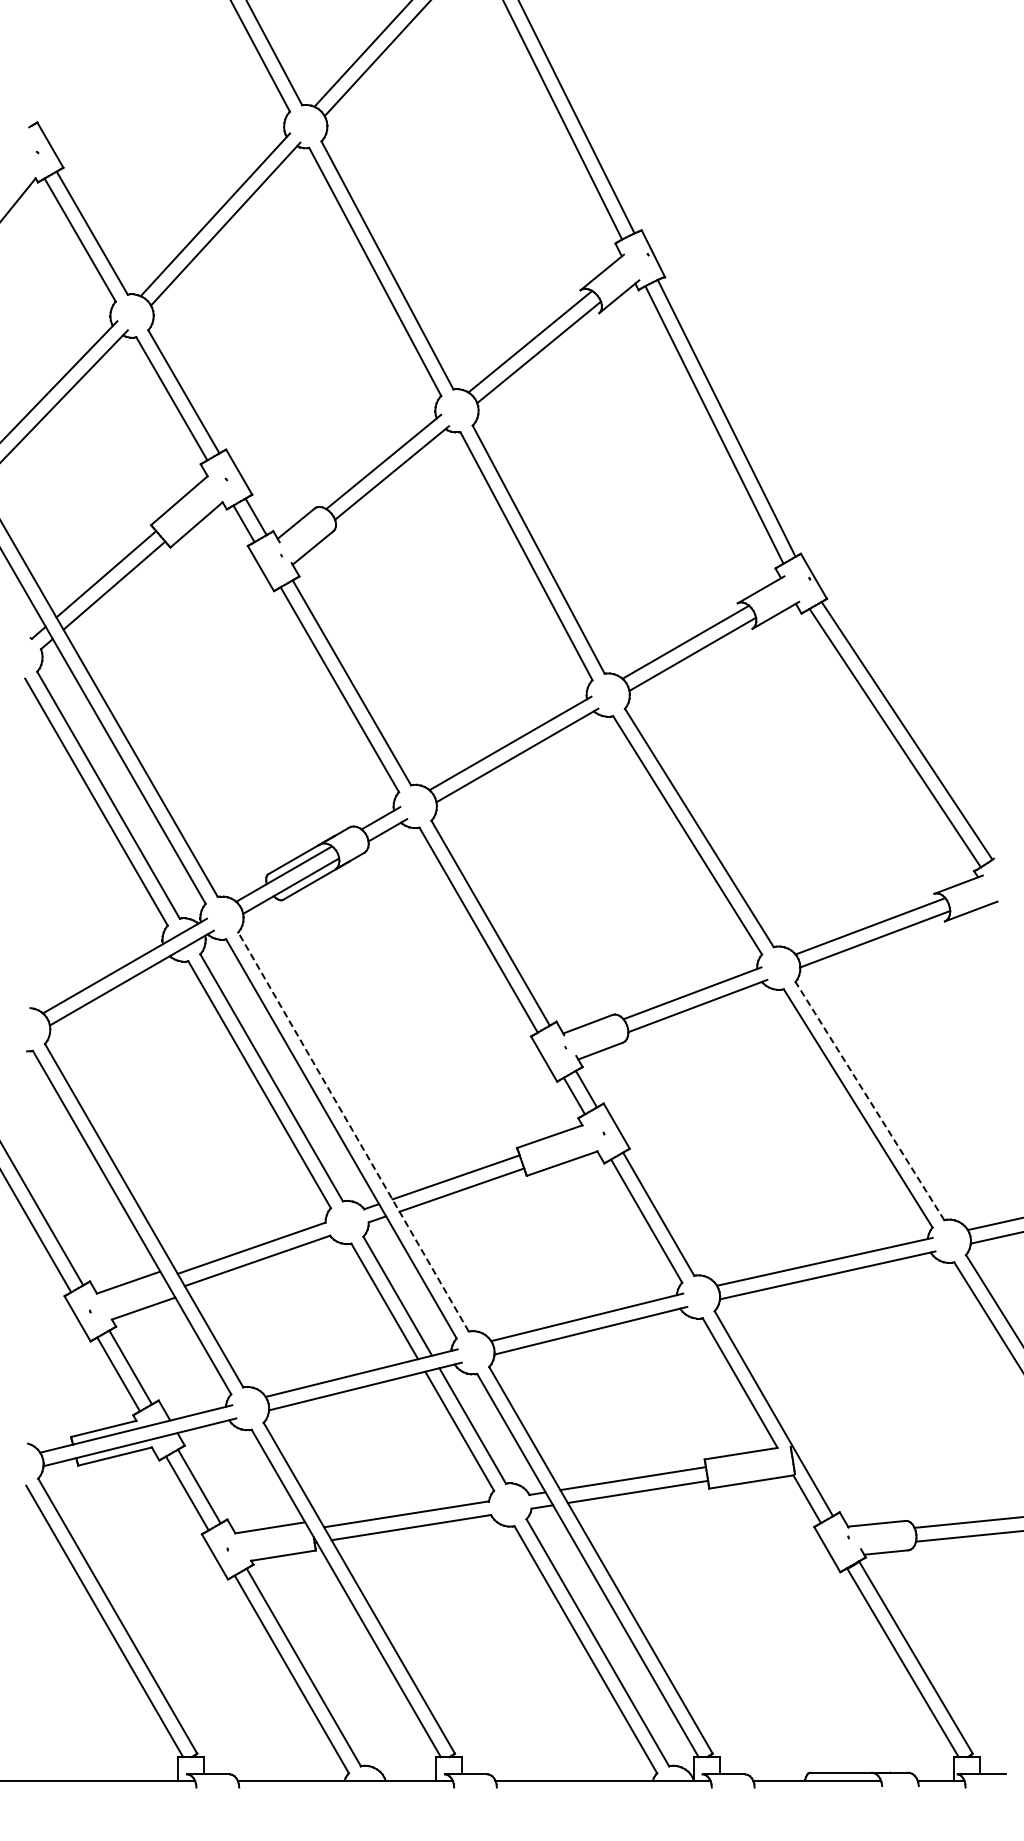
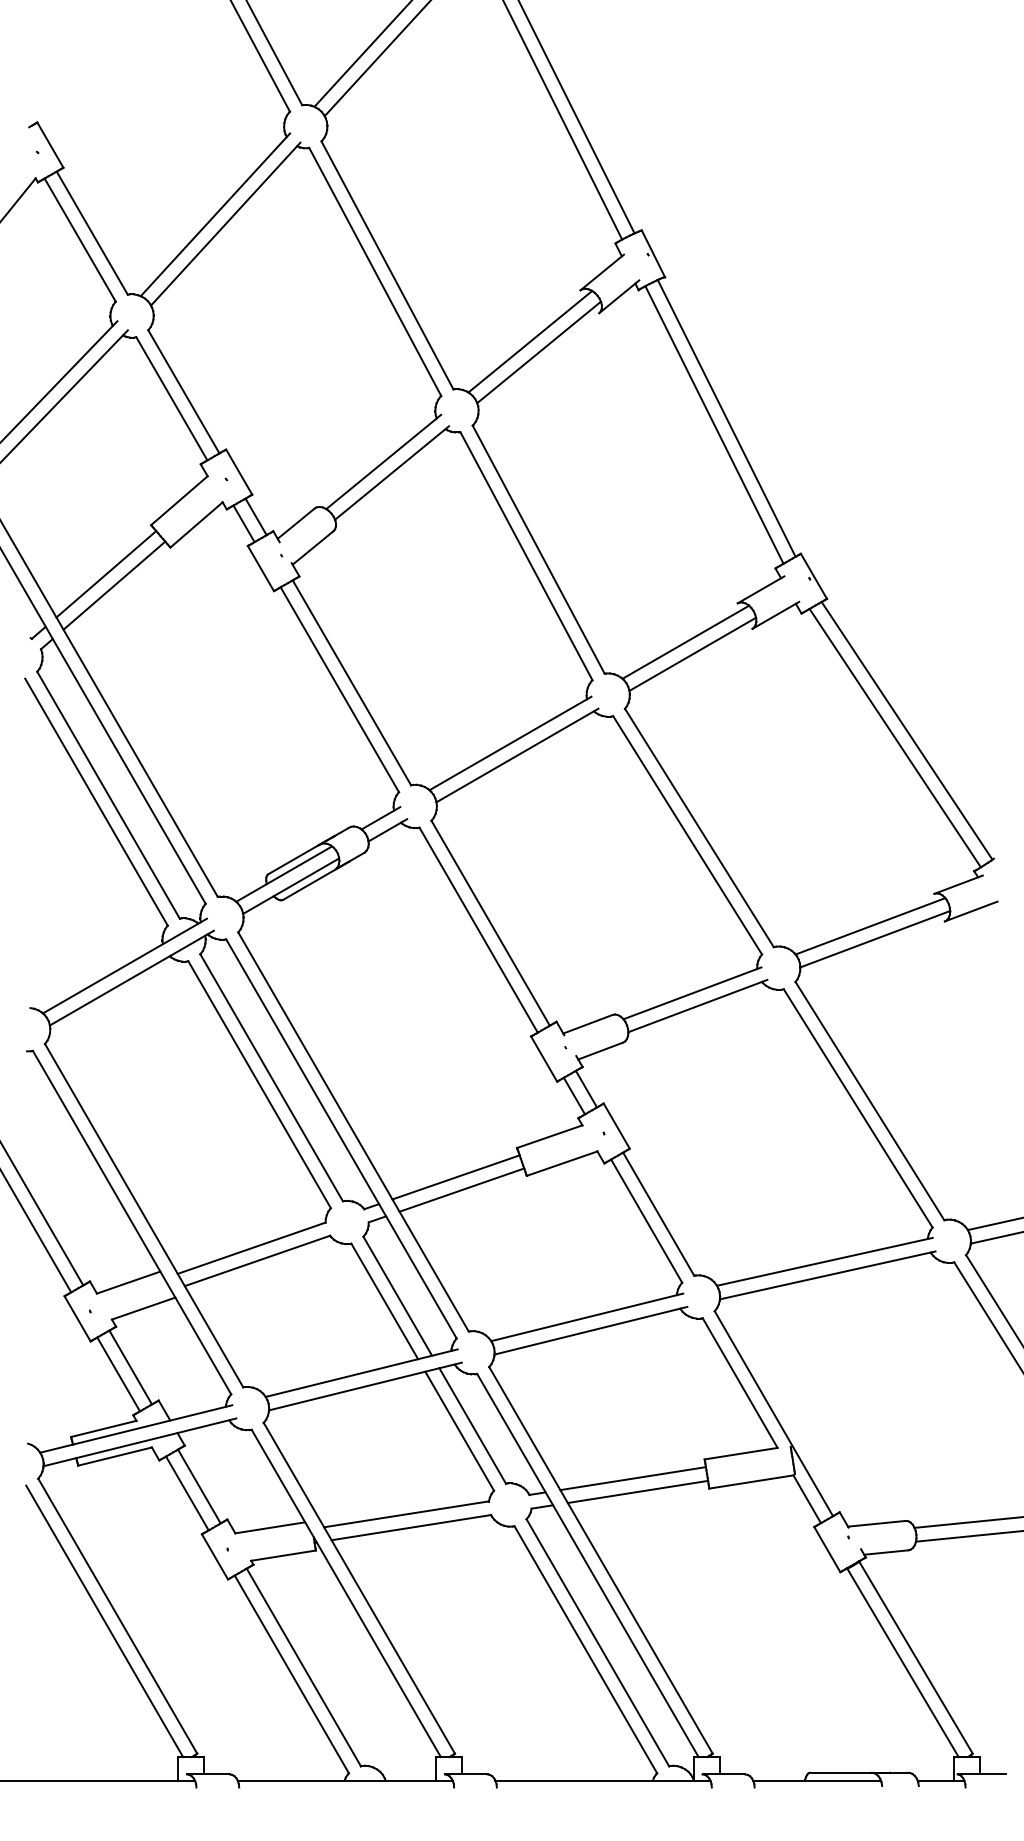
line at (869, 1101): dashed -> solid
line at (353, 1131): dashed -> solid
